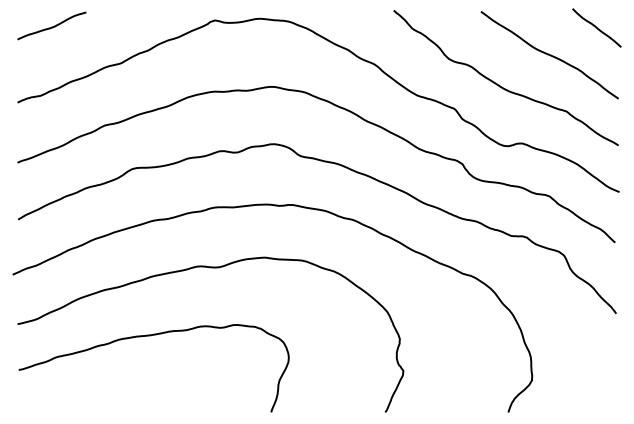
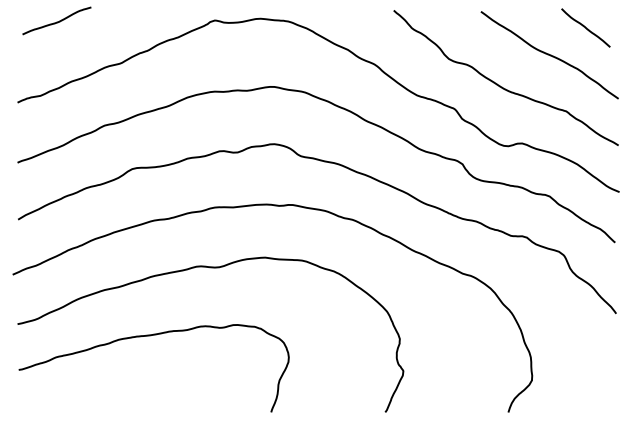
curve at (51, 26) position: (51, 26) -> (56, 21)
curve at (596, 27) position: (596, 27) -> (585, 27)
